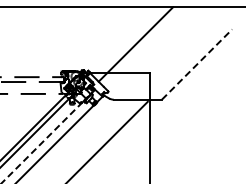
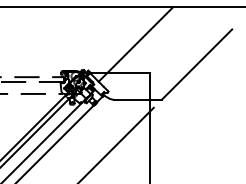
line at (197, 64): dashed -> solid
line at (108, 140) position: (108, 140) -> (116, 143)
line at (41, 143): dashed -> solid
